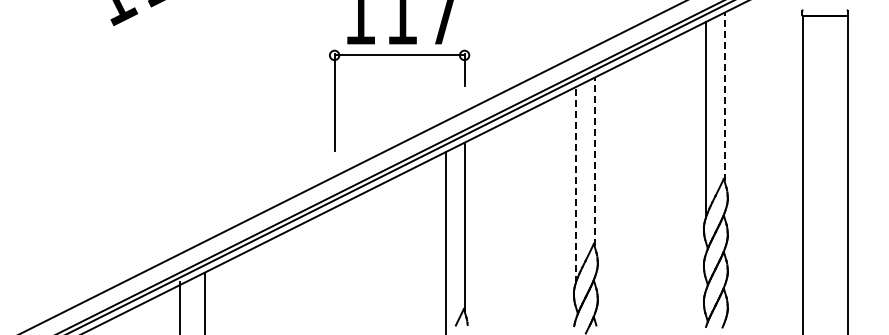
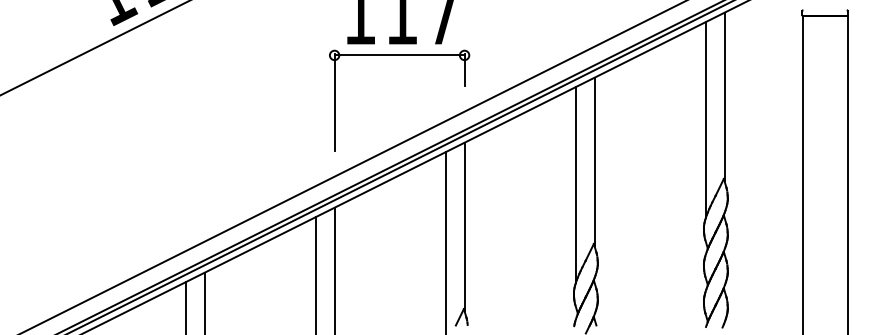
line at (94, 48): none -> present
line at (724, 96): dashed -> solid
line at (594, 161): dashed -> solid
line at (575, 184): dashed -> solid
line at (334, 269): none -> present
line at (315, 274): none -> present
line at (179, 306) position: (179, 306) -> (185, 306)
